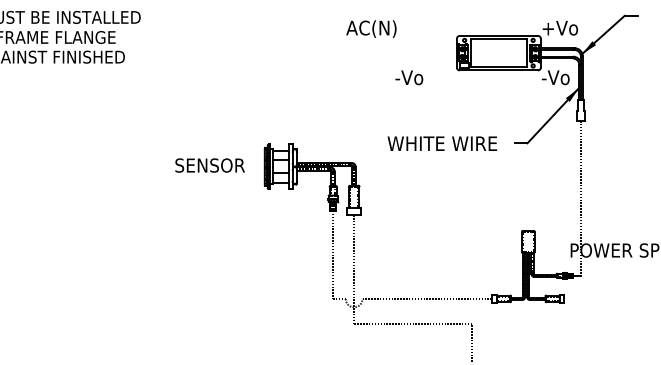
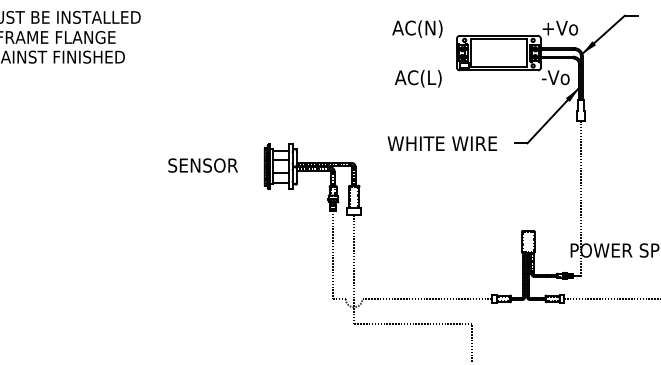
text at (371, 28) position: (371, 28) -> (417, 28)
text at (417, 78): -Vo -> AC(L)
text at (209, 165) position: (209, 165) -> (202, 165)
line at (610, 298): none -> present
